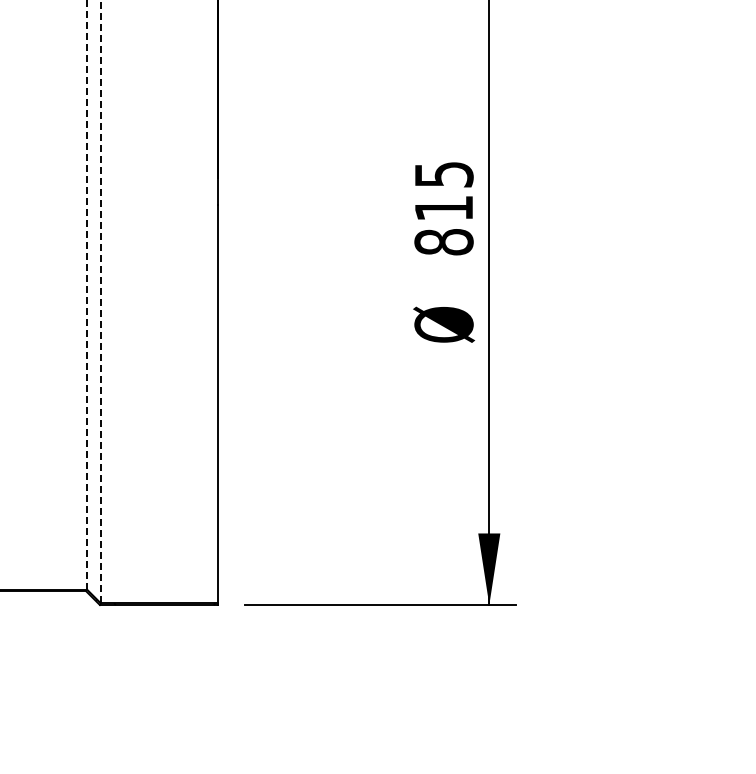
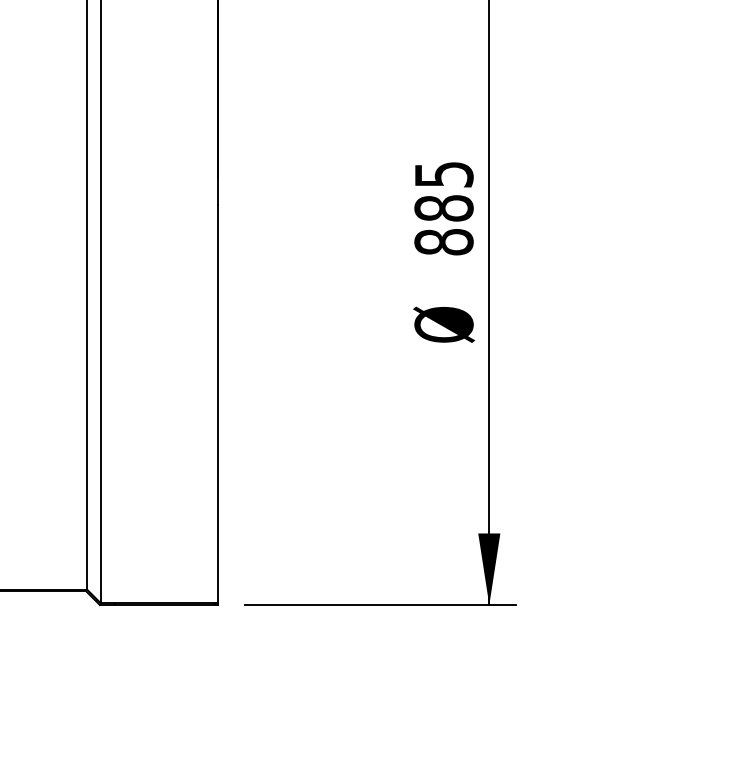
text at (443, 208): 815 -> 885
line at (87, 294): dashed -> solid
line at (100, 301): dashed -> solid
